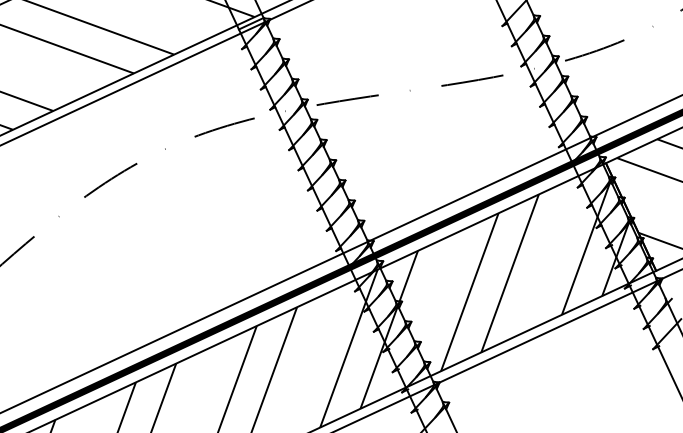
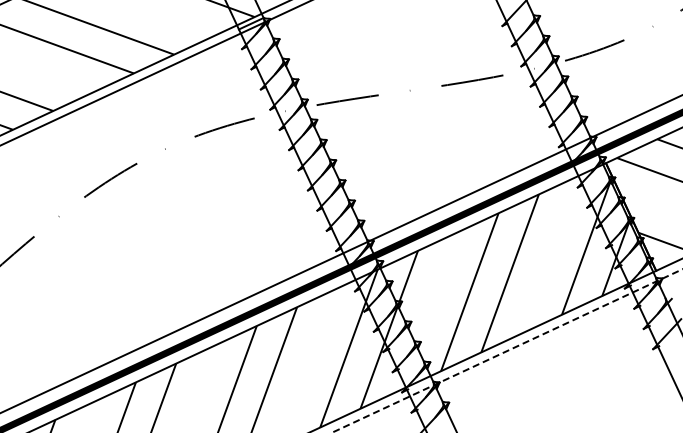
line at (508, 350): solid -> dashed
